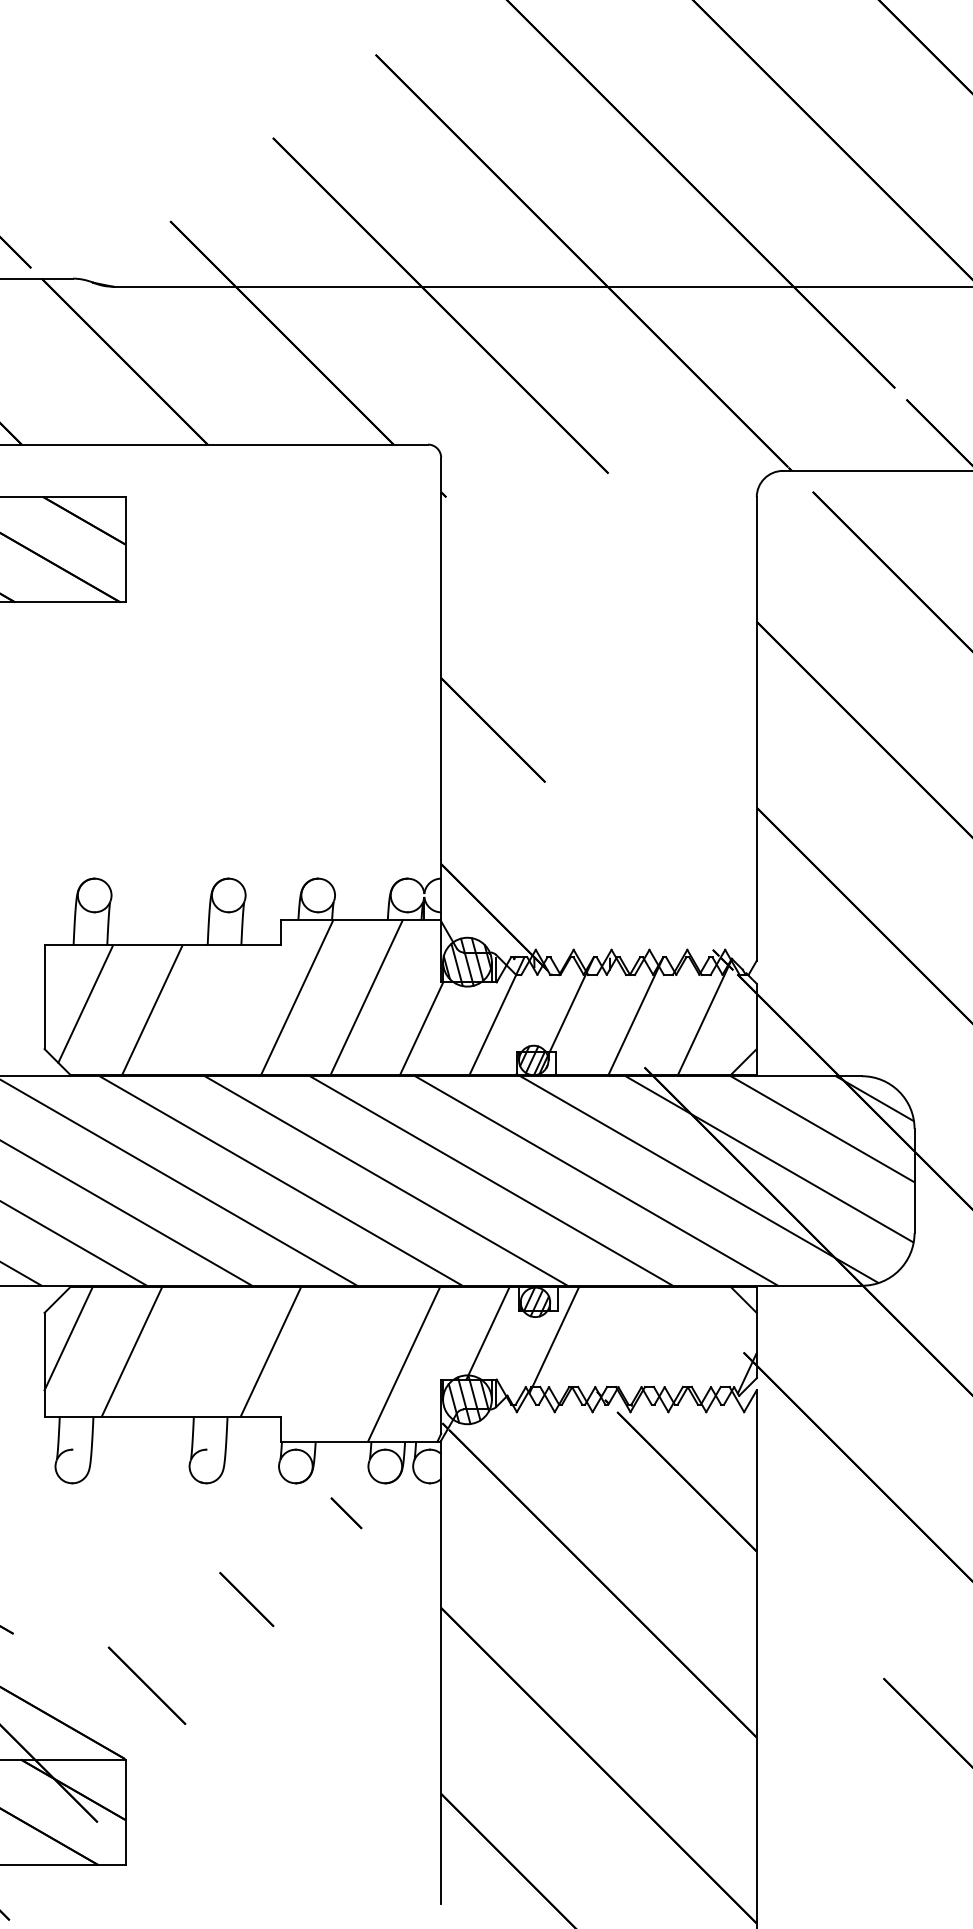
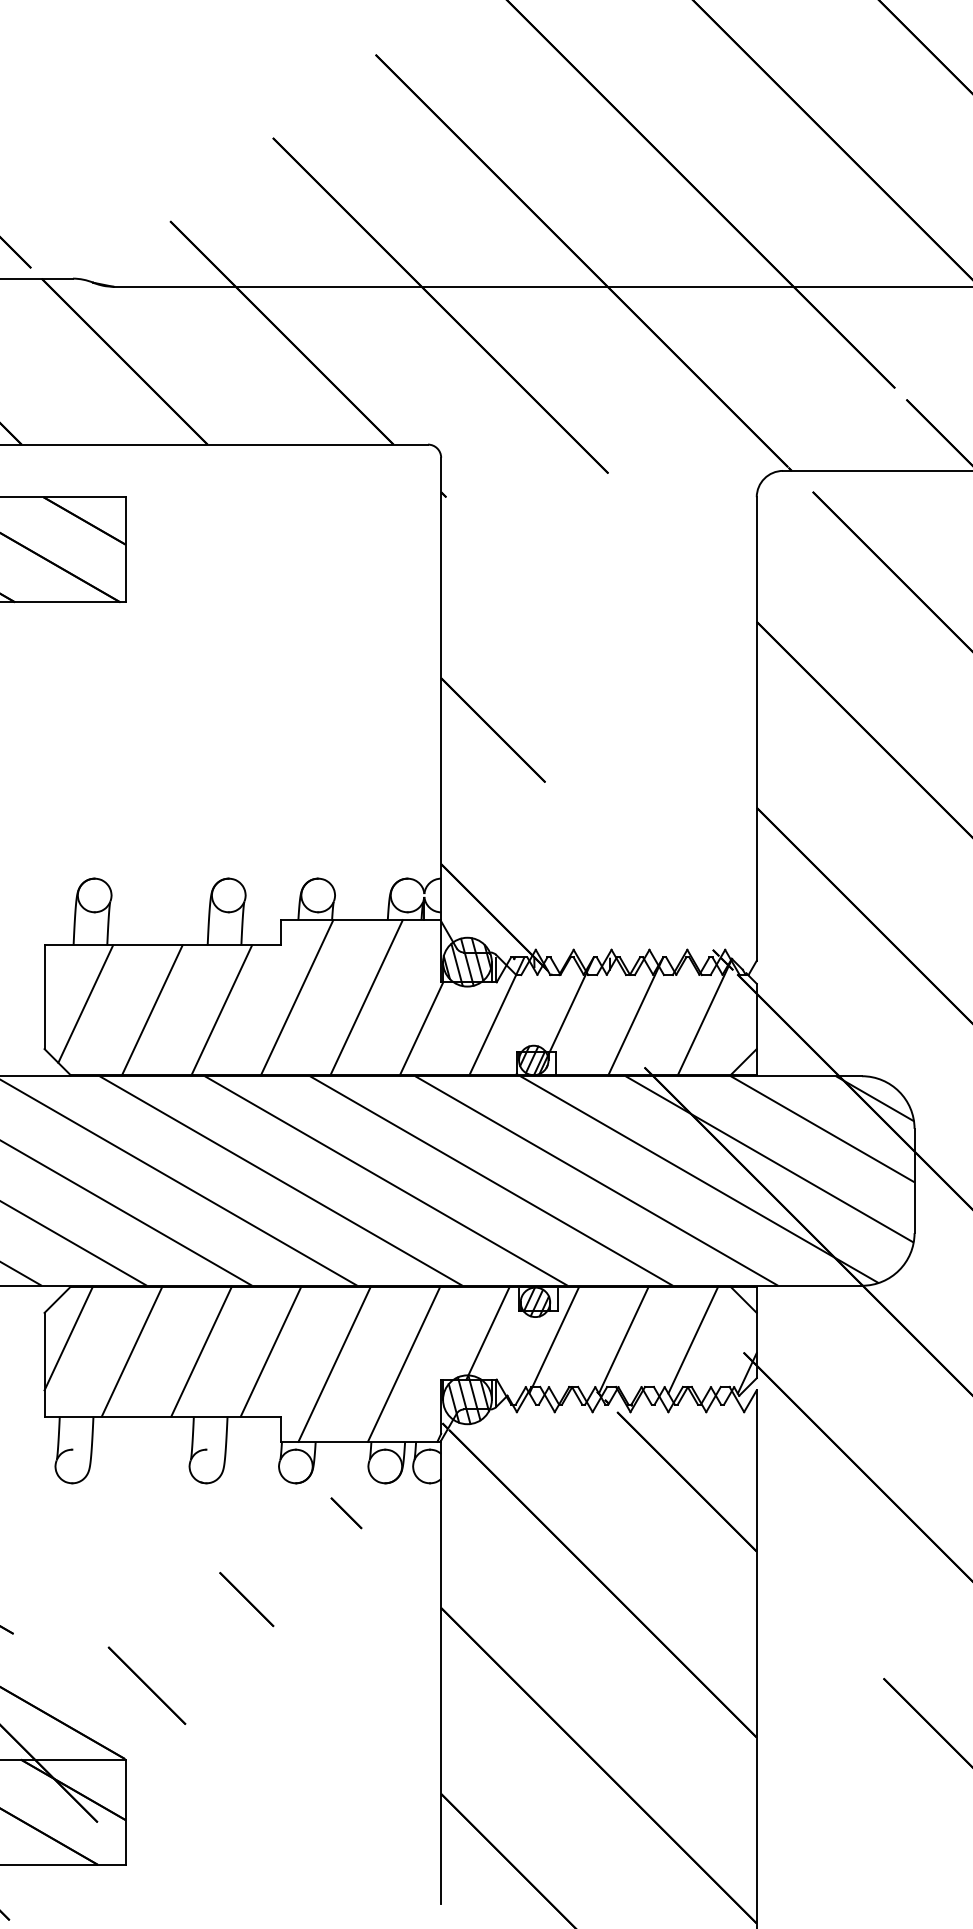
line at (221, 1010): none -> present
line at (623, 1339): none -> present
line at (693, 1339): none -> present
line at (201, 1351): none -> present
line at (334, 1363): none -> present
